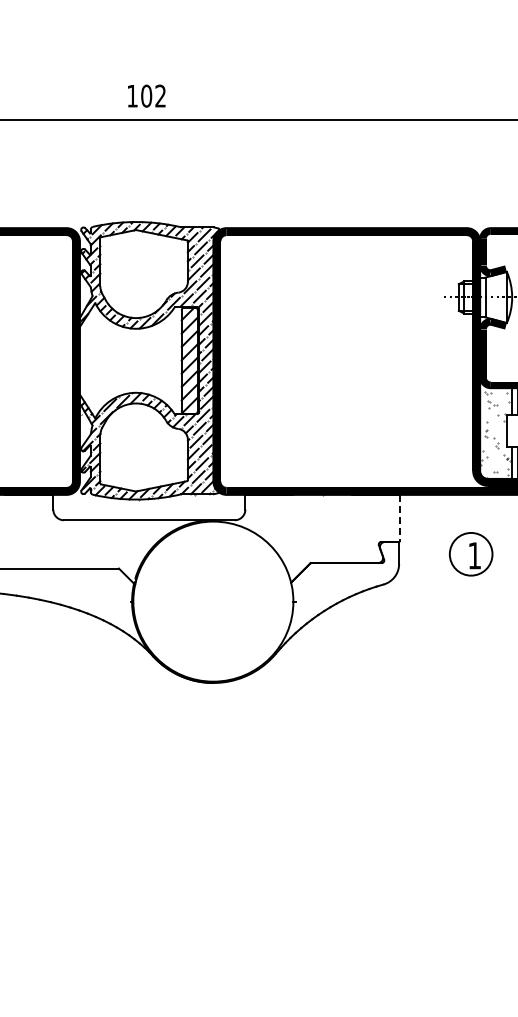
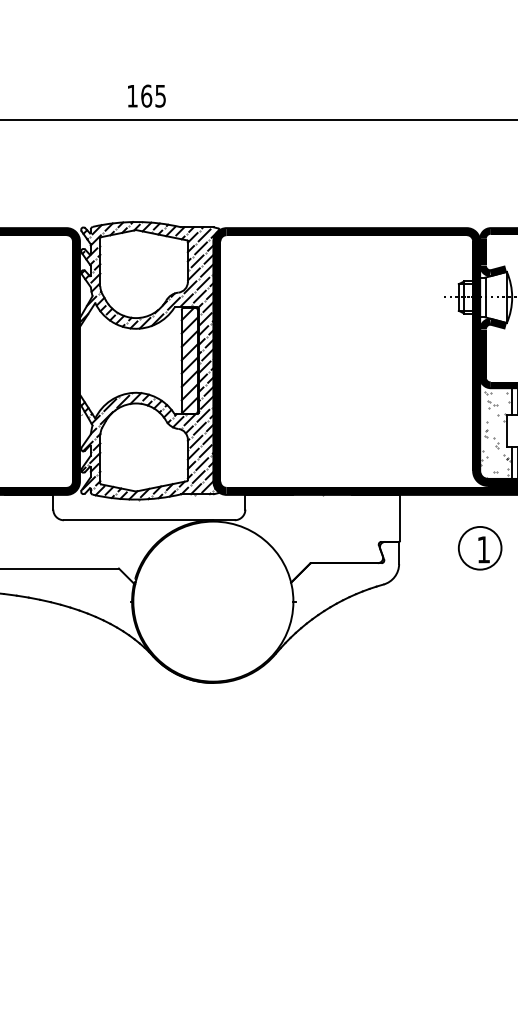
text at (153, 95): 102 -> 165
line at (400, 517): dashed -> solid
part at (471, 554) position: (471, 554) -> (480, 548)
